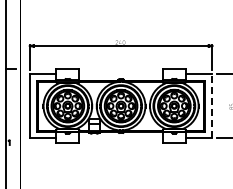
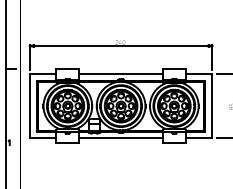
line at (120, 73): none -> present
line at (212, 105): dashed -> solid
line at (120, 138): none -> present
